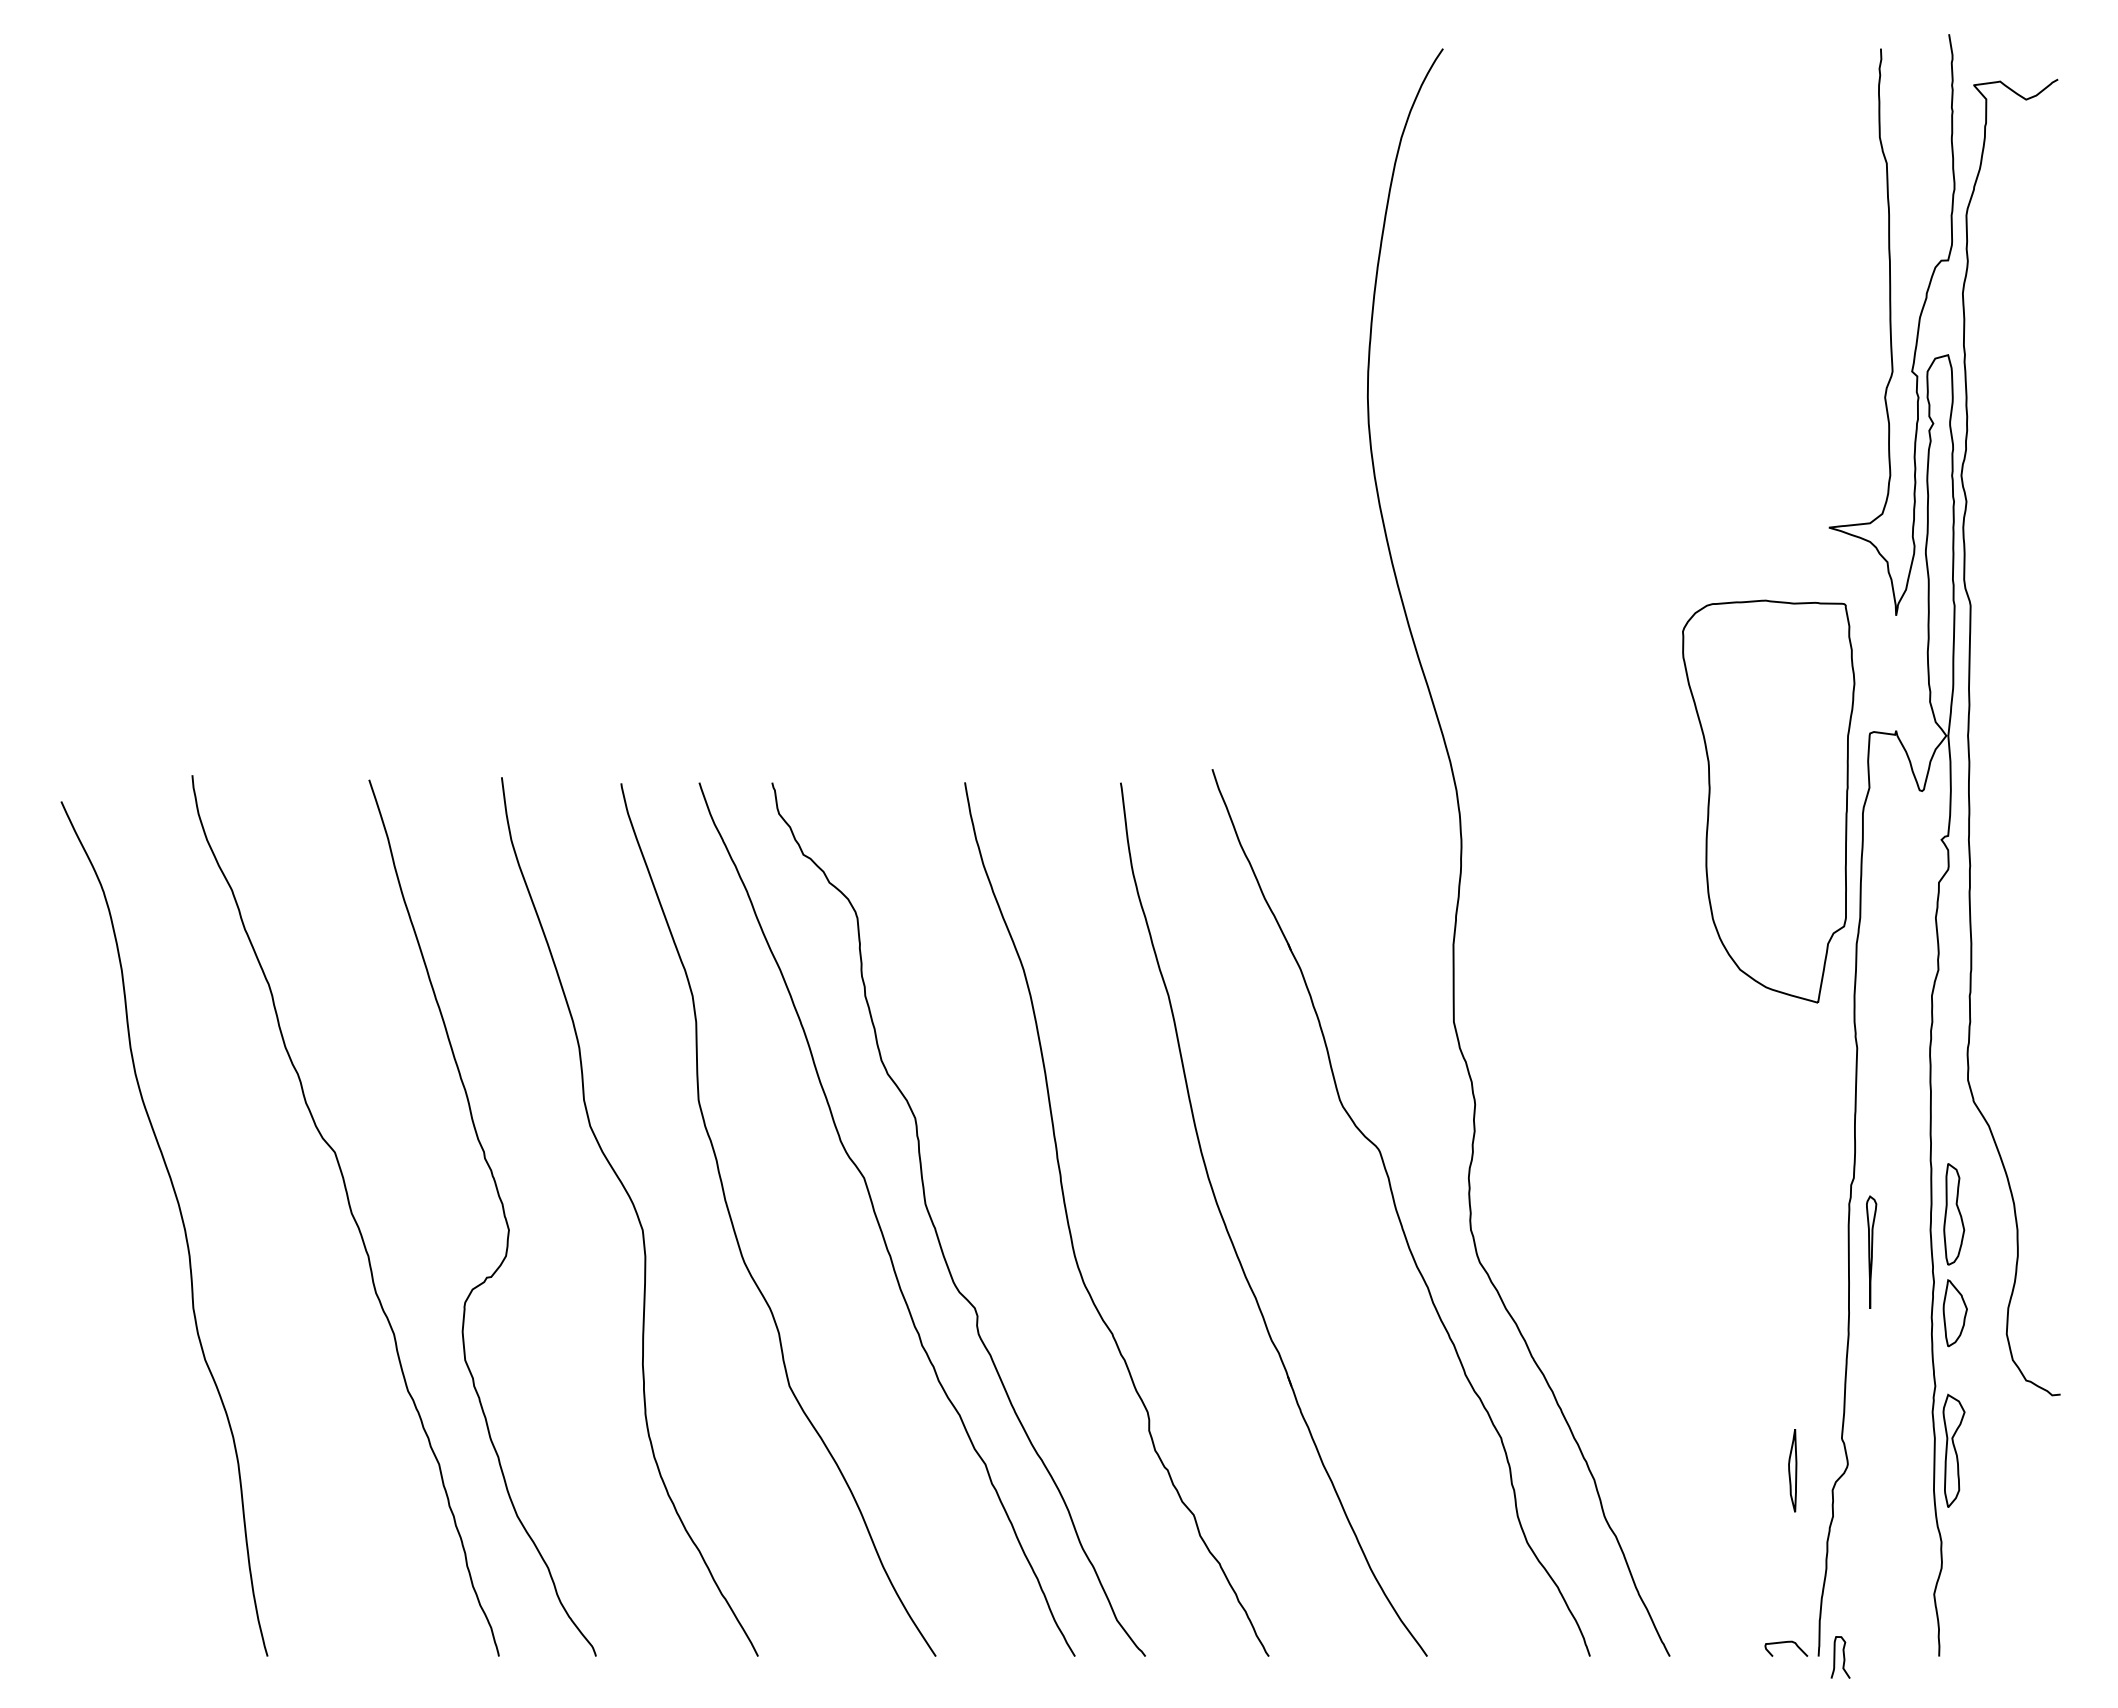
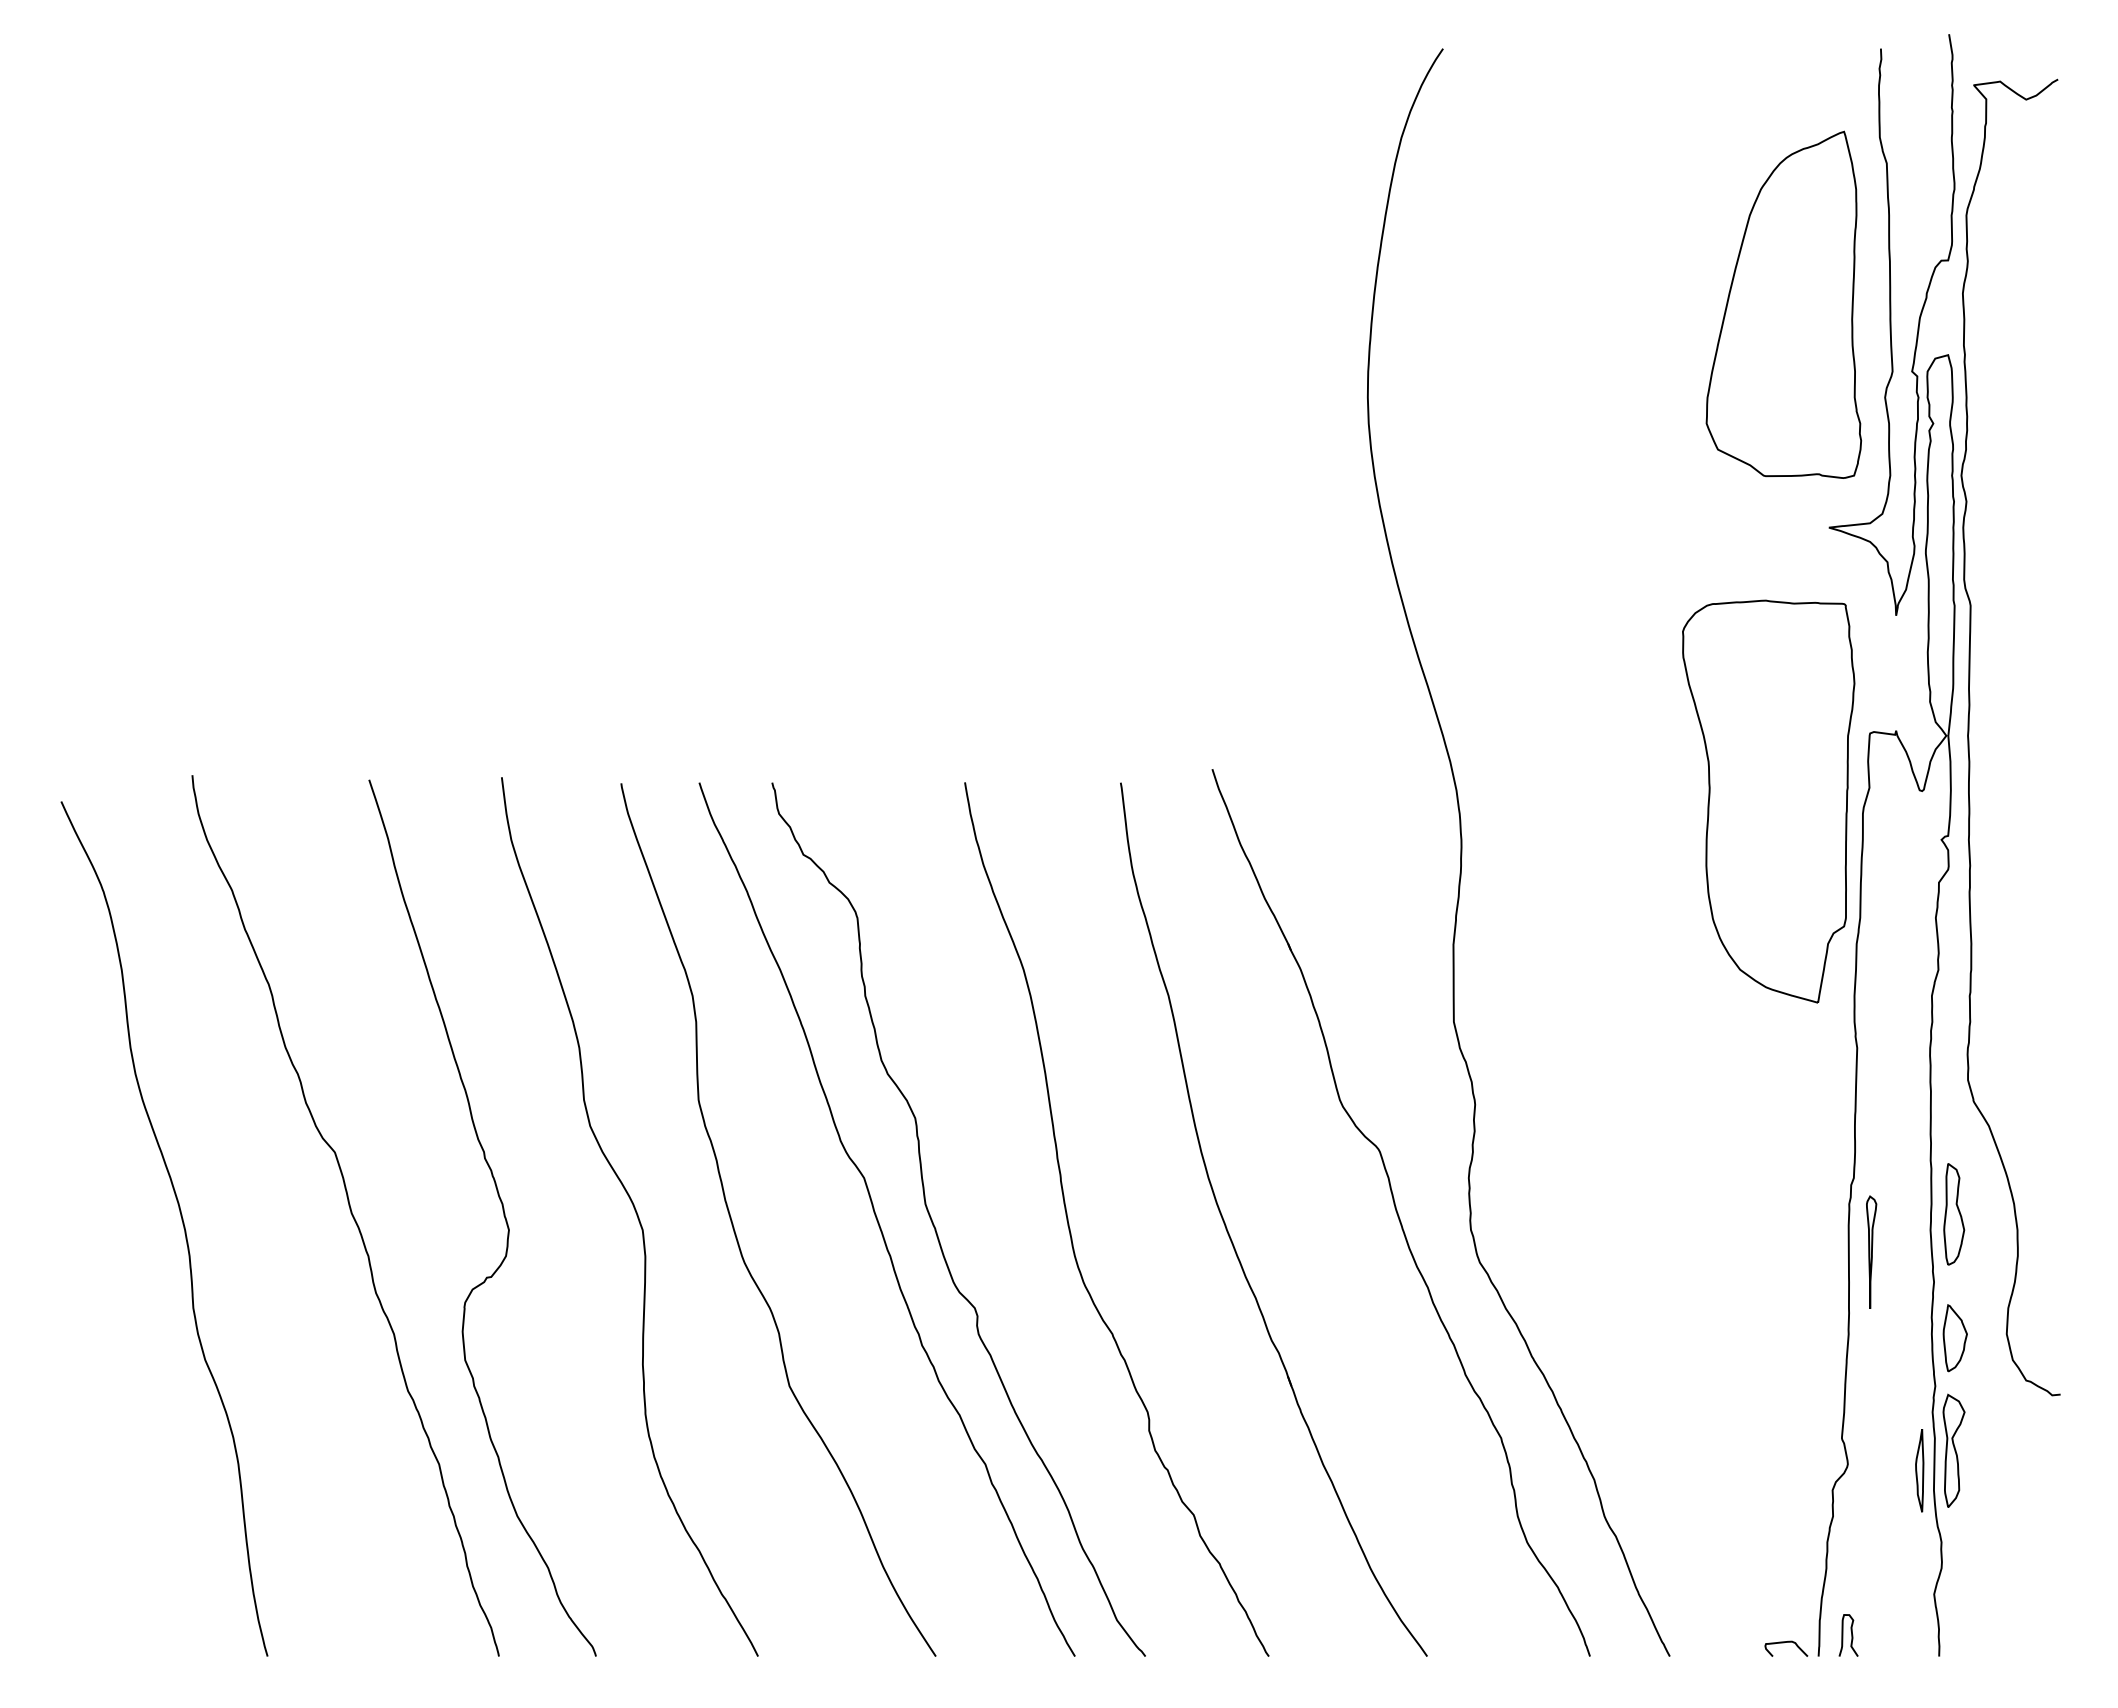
part at (1783, 304): none -> present
part at (1954, 1313) position: (1954, 1313) -> (1954, 1338)
part at (1792, 1470) position: (1792, 1470) -> (1919, 1470)
curve at (1843, 1657) position: (1843, 1657) -> (1851, 1635)
